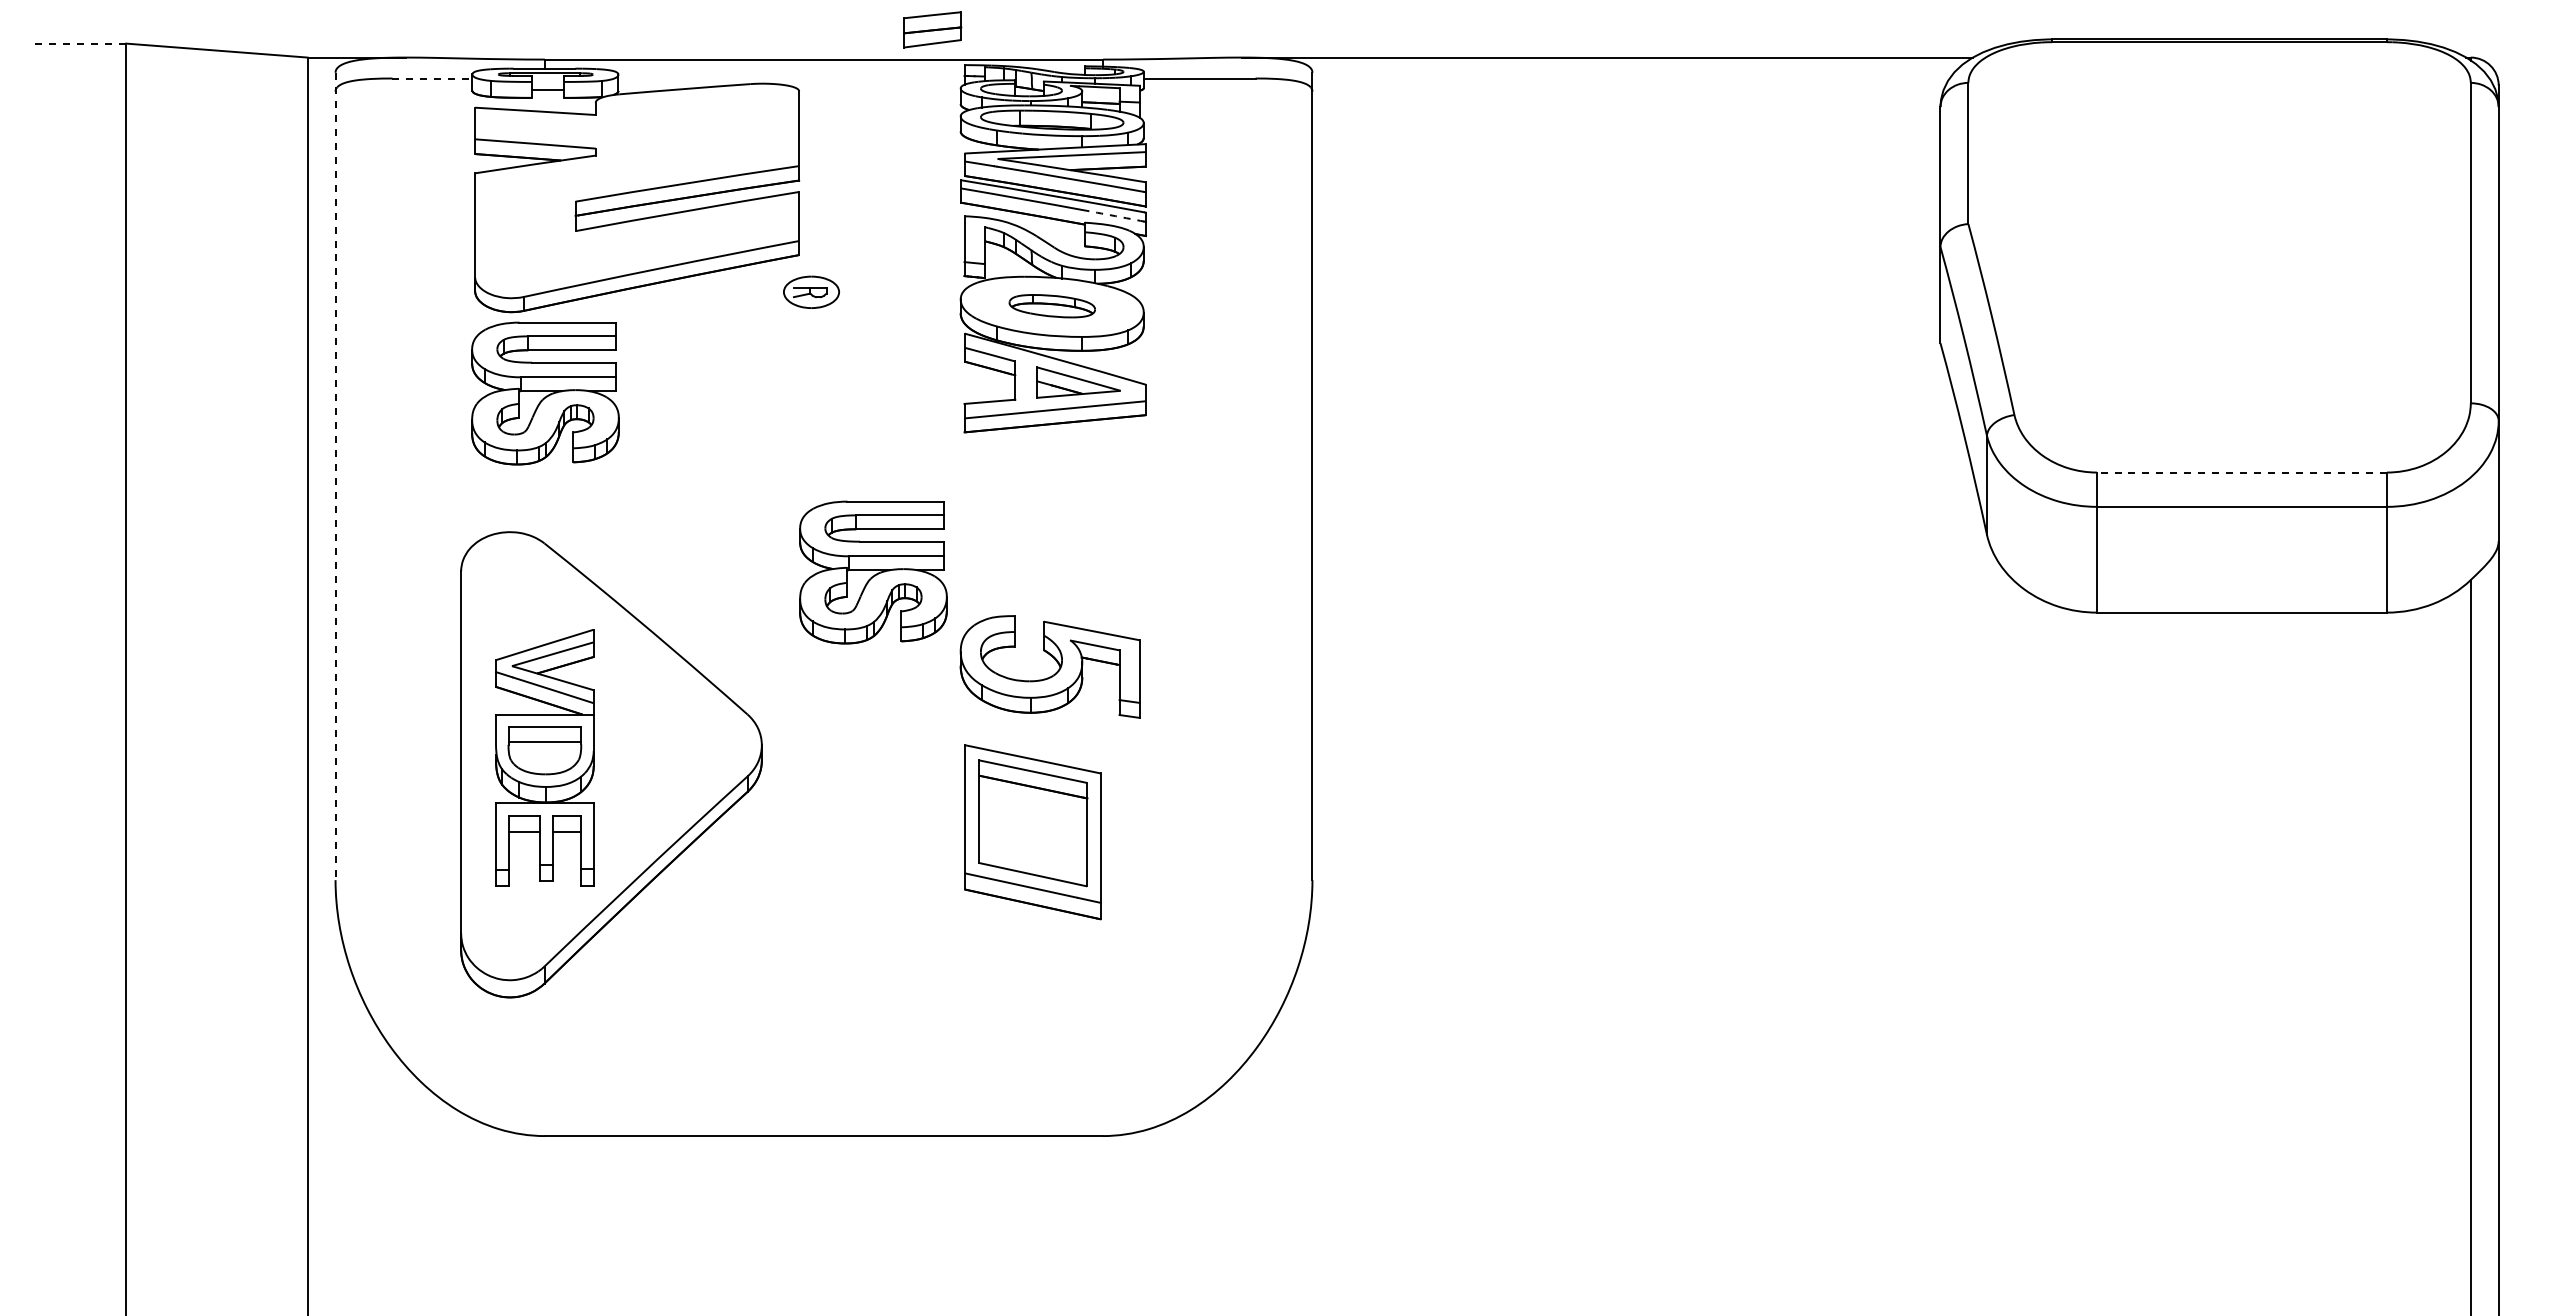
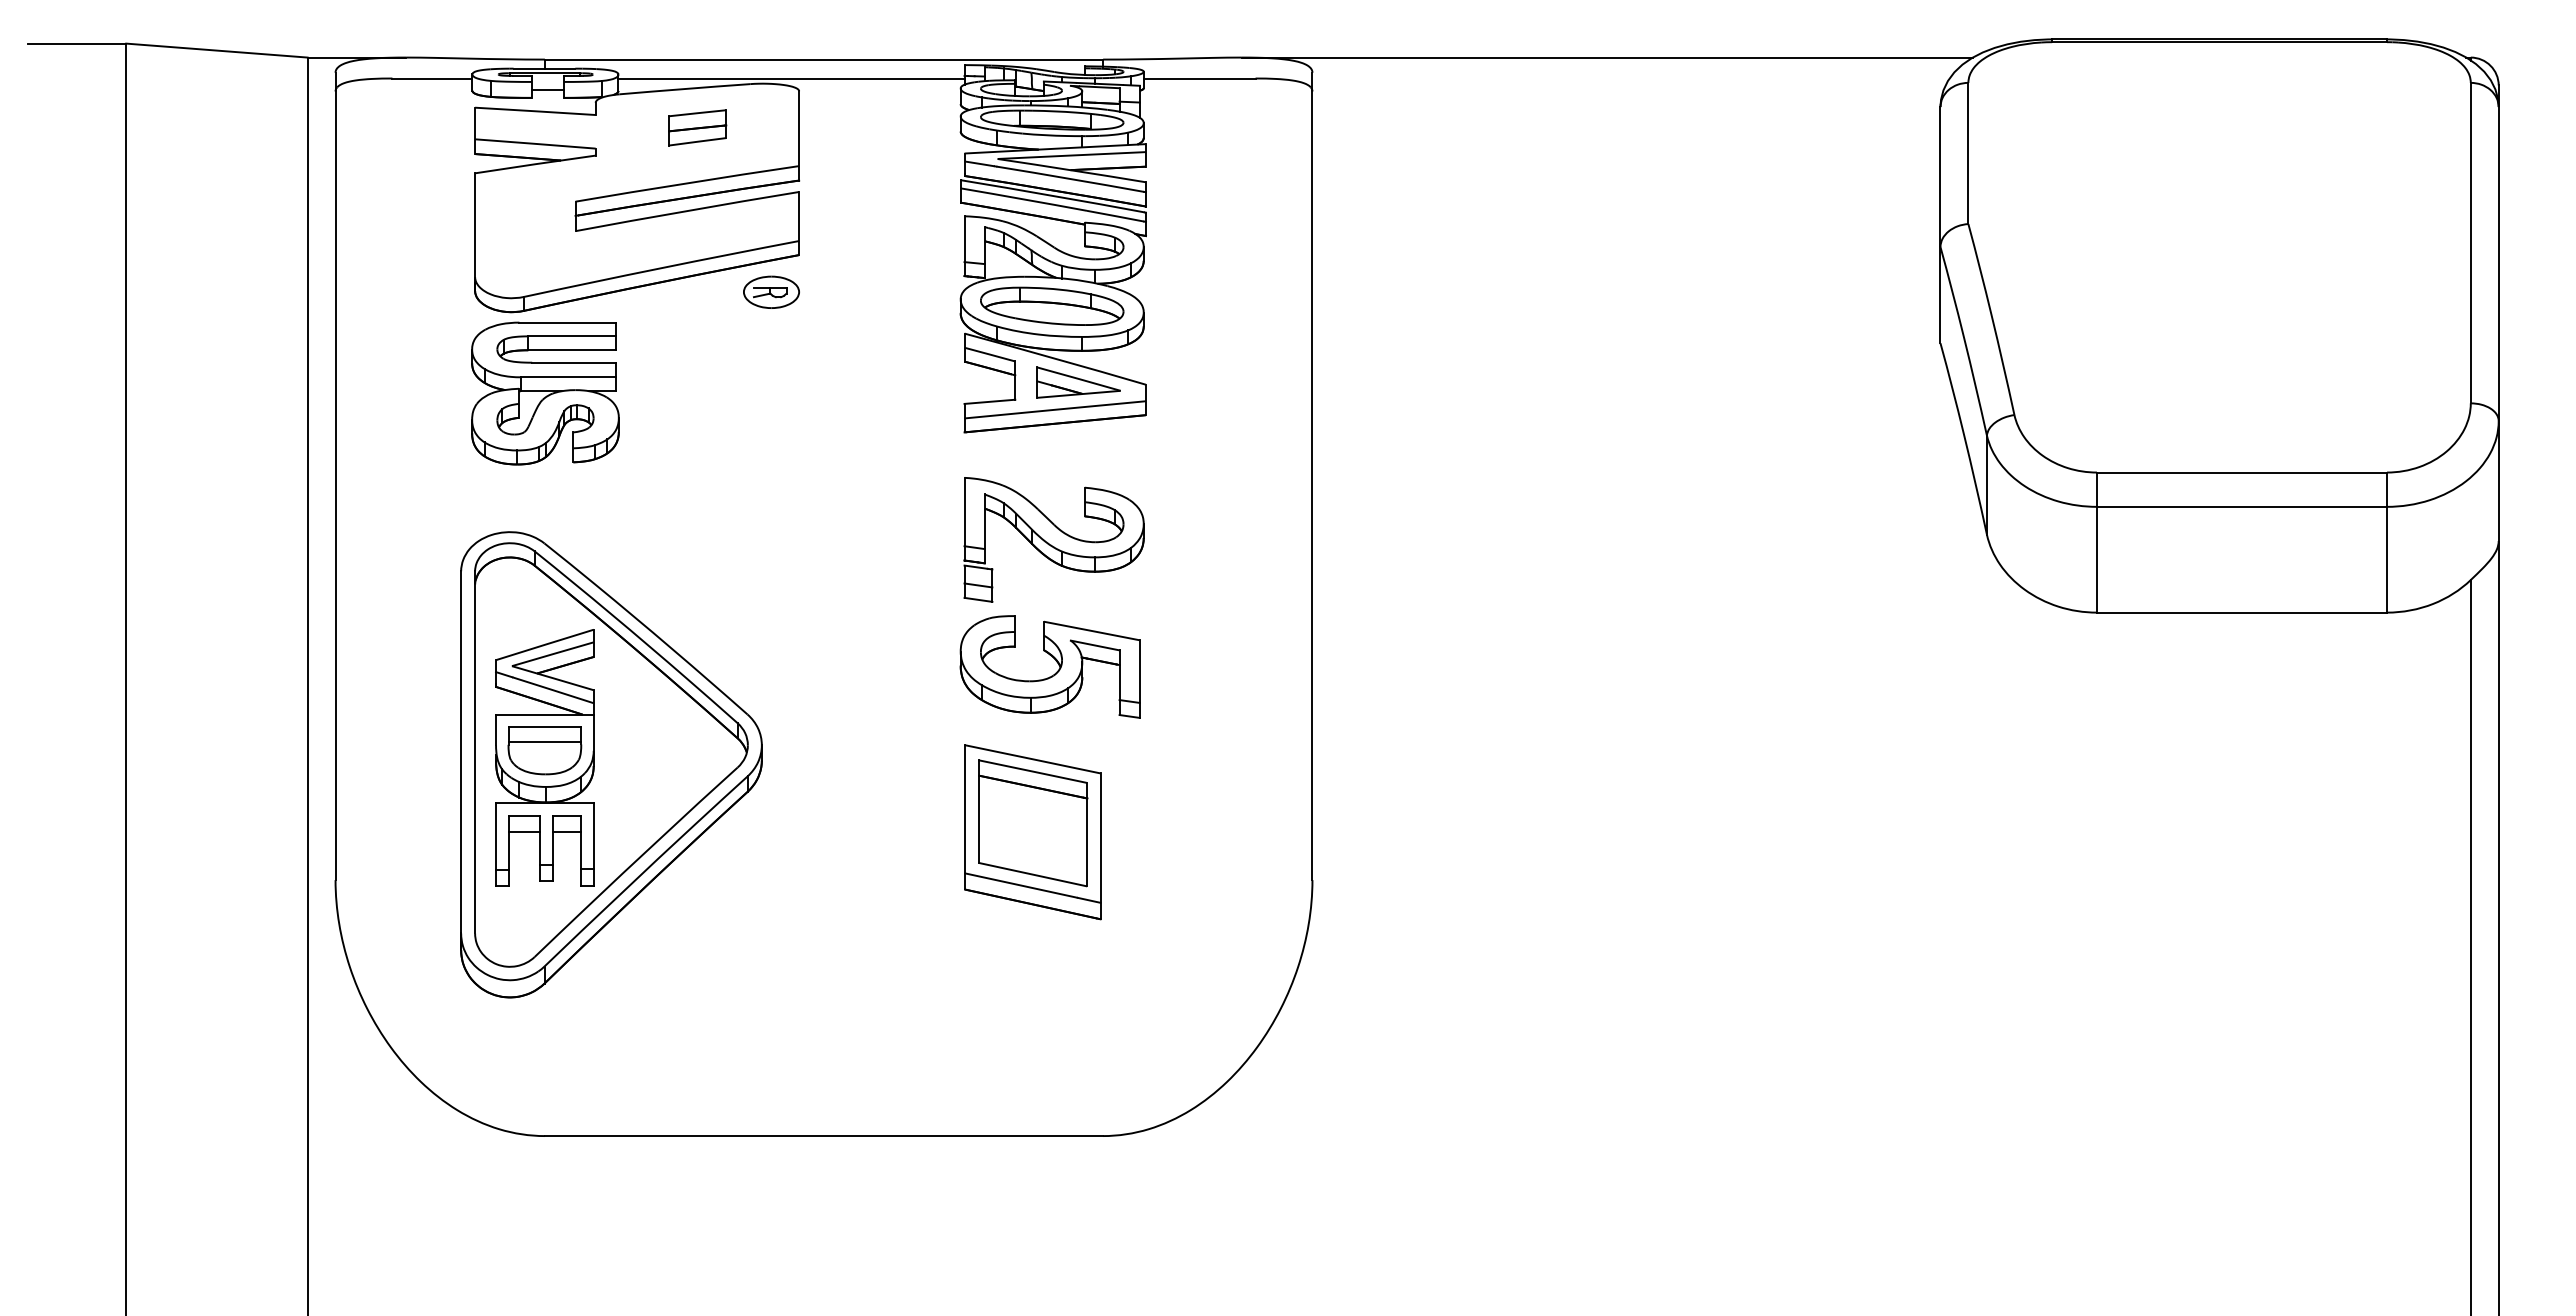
part at (932, 29) position: (932, 29) -> (697, 127)
line at (77, 43): dashed -> solid
line at (432, 78): dashed -> solid
line at (791, 78): none -> present
arc at (1115, 216): dashed -> solid
part at (811, 291) position: (811, 291) -> (771, 291)
part at (1051, 306) size: 88x25 px -> 145x40 px
line at (2241, 472): dashed -> solid
line at (335, 476): dashed -> solid
part at (1053, 539): none -> present
part at (873, 572): present -> none
part at (611, 754): none -> present
